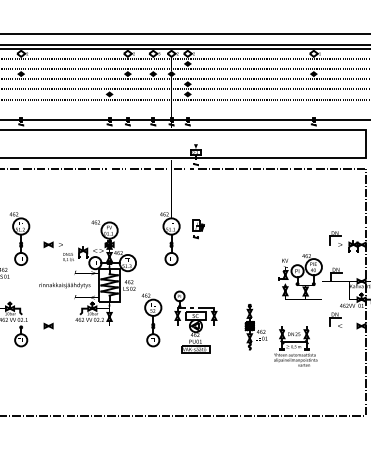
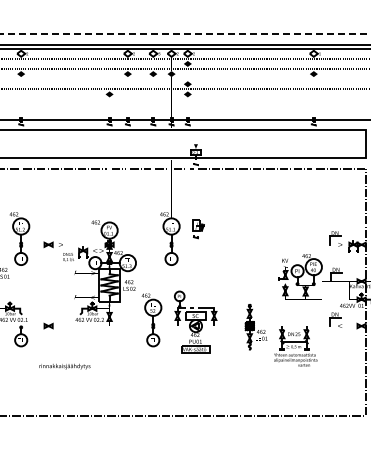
line at (185, 34): solid -> dashed
line at (184, 79): present -> none
line at (184, 99): present -> none
text at (64, 285) position: (64, 285) -> (64, 366)
